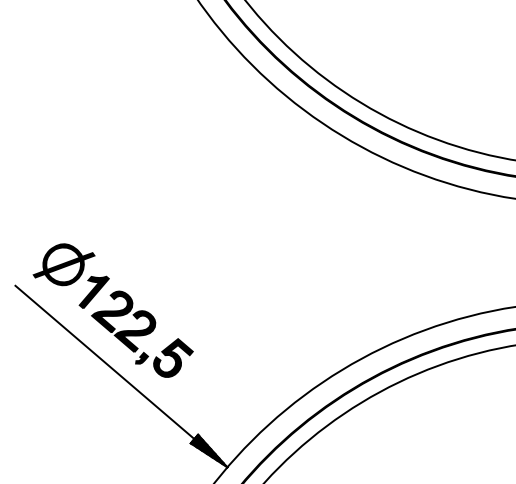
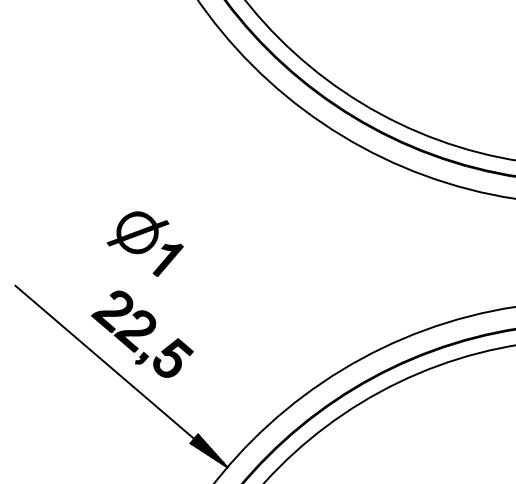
part at (70, 275) position: (70, 275) -> (144, 243)
